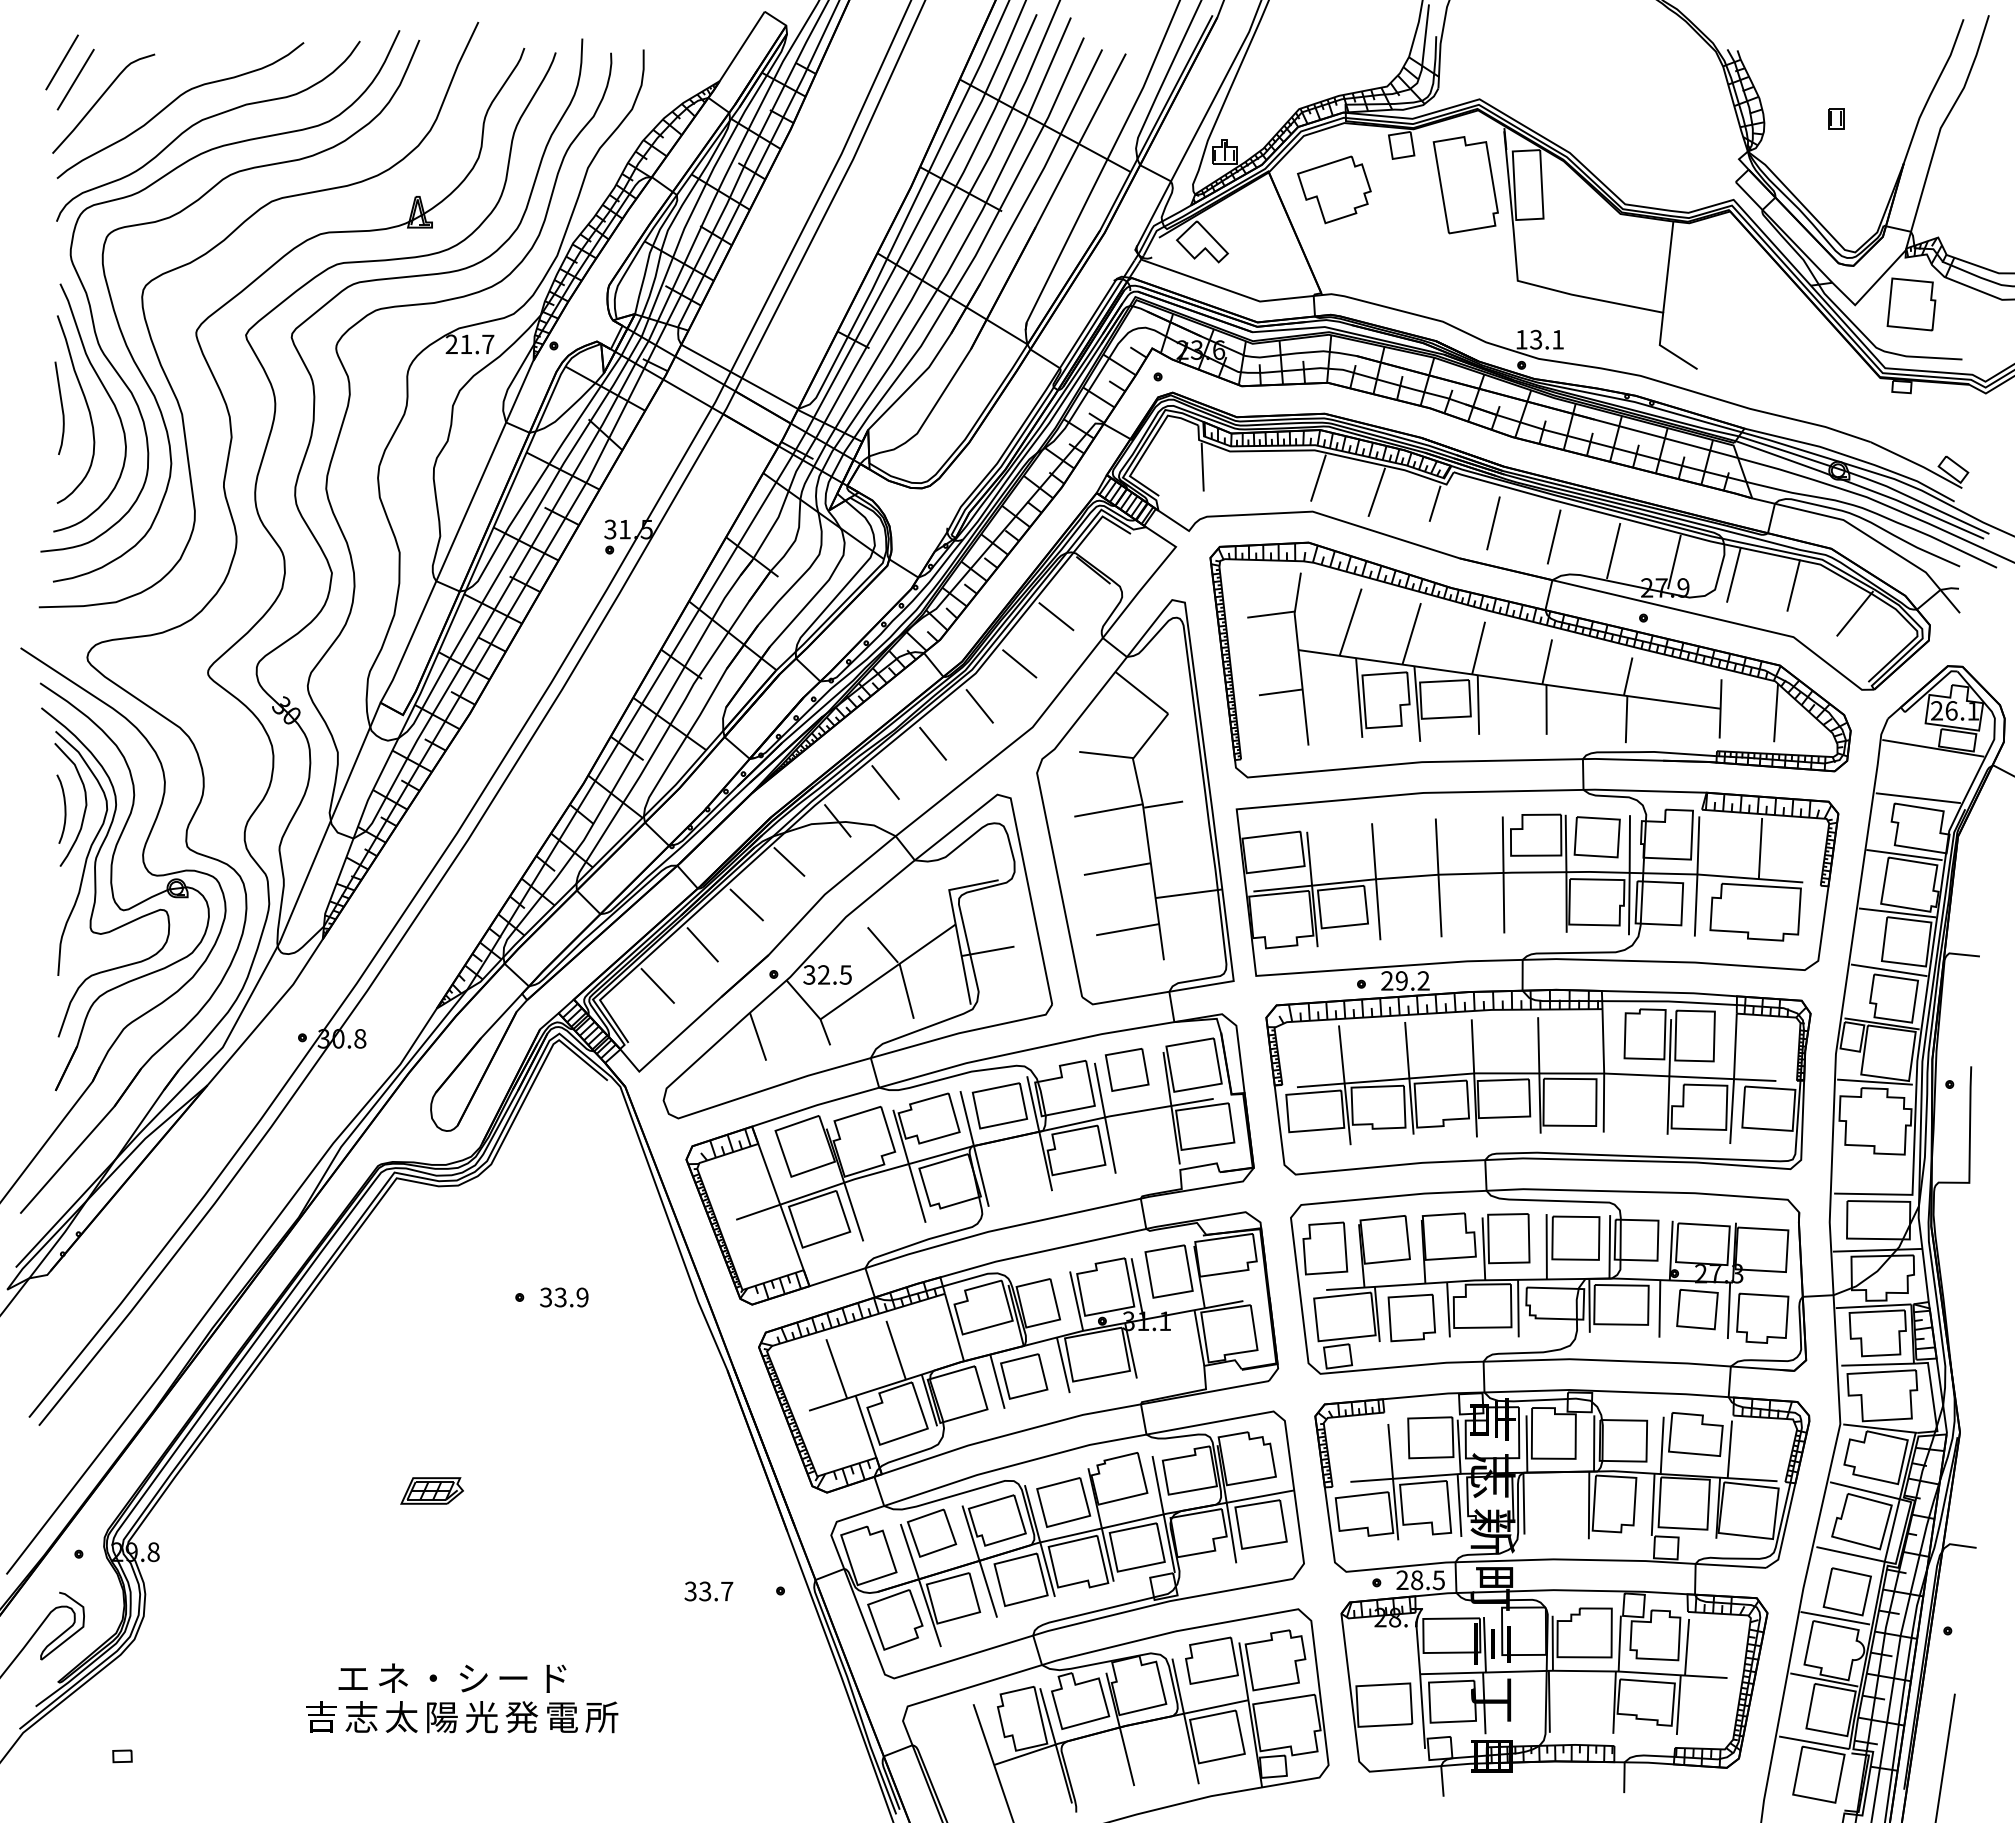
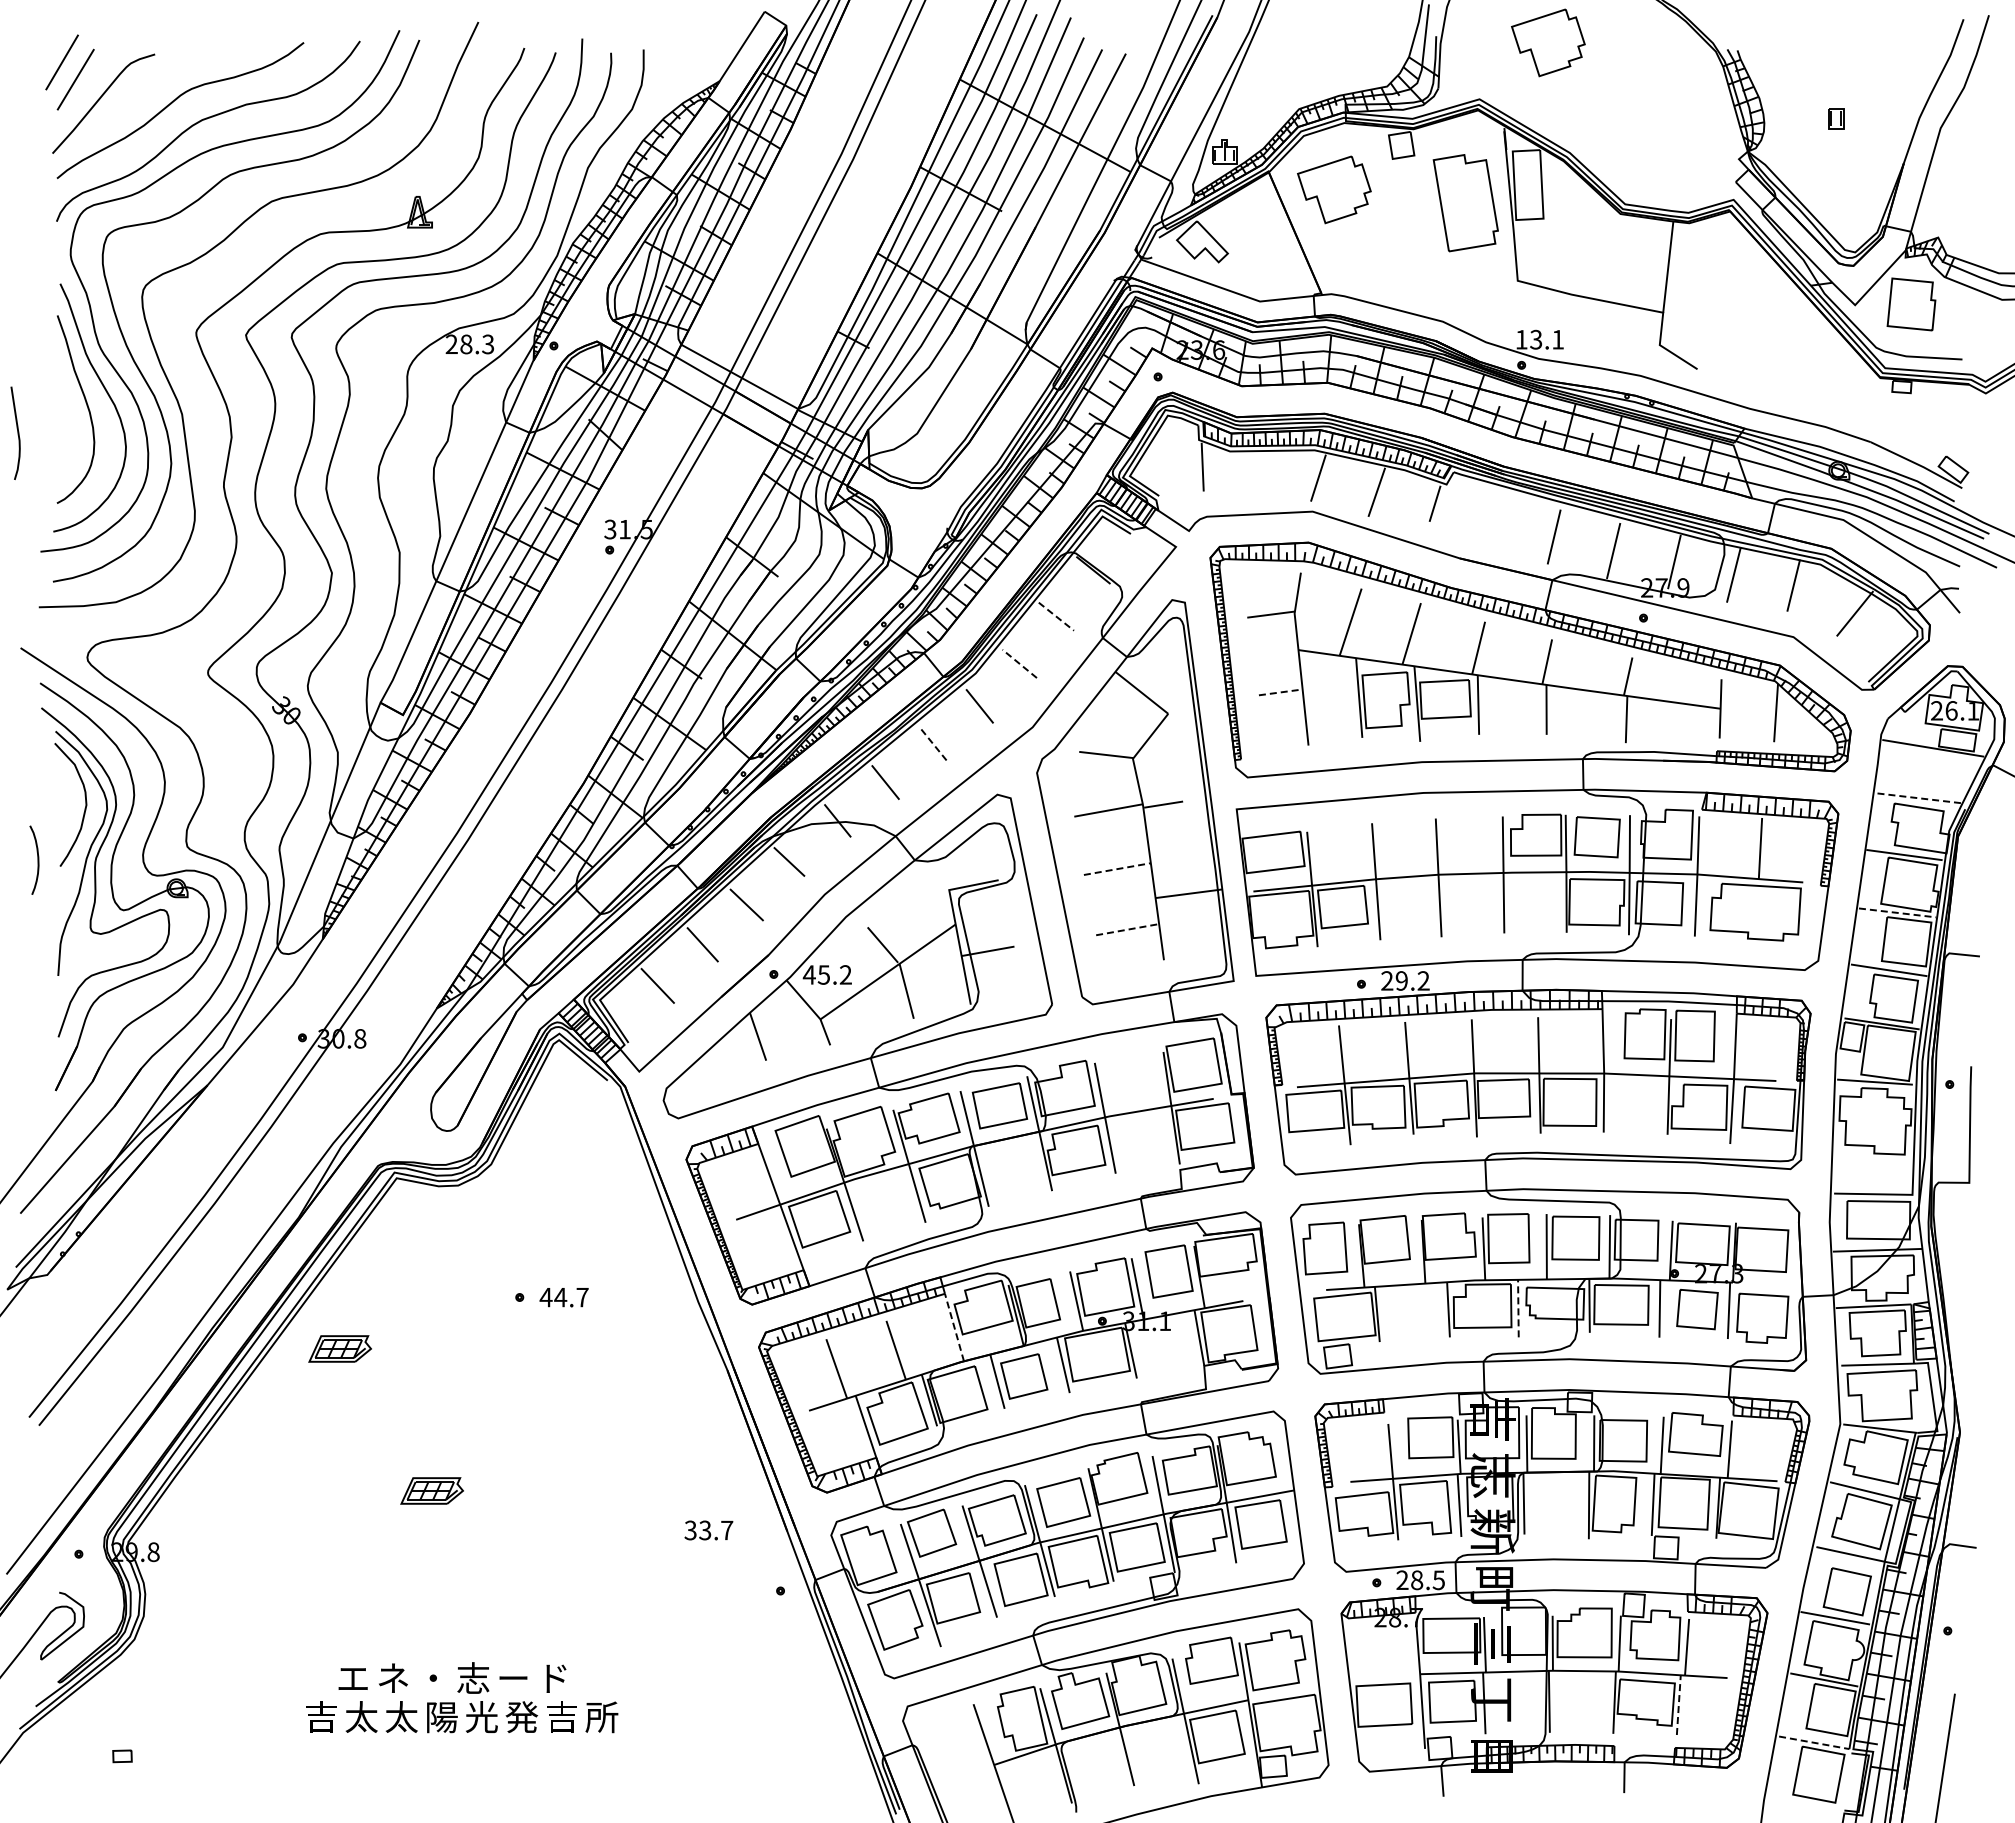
part at (1548, 42): none -> present
part at (1465, 185) position: (1465, 185) -> (1465, 203)
text at (477, 344): 21.7 -> 28.3
curve at (61, 407) position: (61, 407) -> (17, 432)
line at (1493, 523): present -> none
line at (1056, 616): solid -> dashed
line at (1019, 663): solid -> dashed
line at (1281, 692): solid -> dashed
line at (932, 743): solid -> dashed
line at (1918, 798): solid -> dashed
curve at (64, 808) position: (64, 808) -> (37, 859)
line at (1117, 869): solid -> dashed
line at (1897, 912): solid -> dashed
line at (1127, 929): solid -> dashed
text at (826, 974): 32.5 -> 45.2
part at (1126, 1069): present -> none
text at (563, 1297): 33.9 -> 44.7
line at (1518, 1308): solid -> dashed
part at (1411, 1317): present -> none
line at (954, 1327): solid -> dashed
part at (339, 1348): none -> present
text at (708, 1591) position: (708, 1591) -> (708, 1530)
text at (473, 1677): シ -> 志
line at (1678, 1705): solid -> dashed
text at (361, 1716): 志 -> 太
text at (562, 1716): 電 -> 吉
line at (1814, 1742): solid -> dashed
